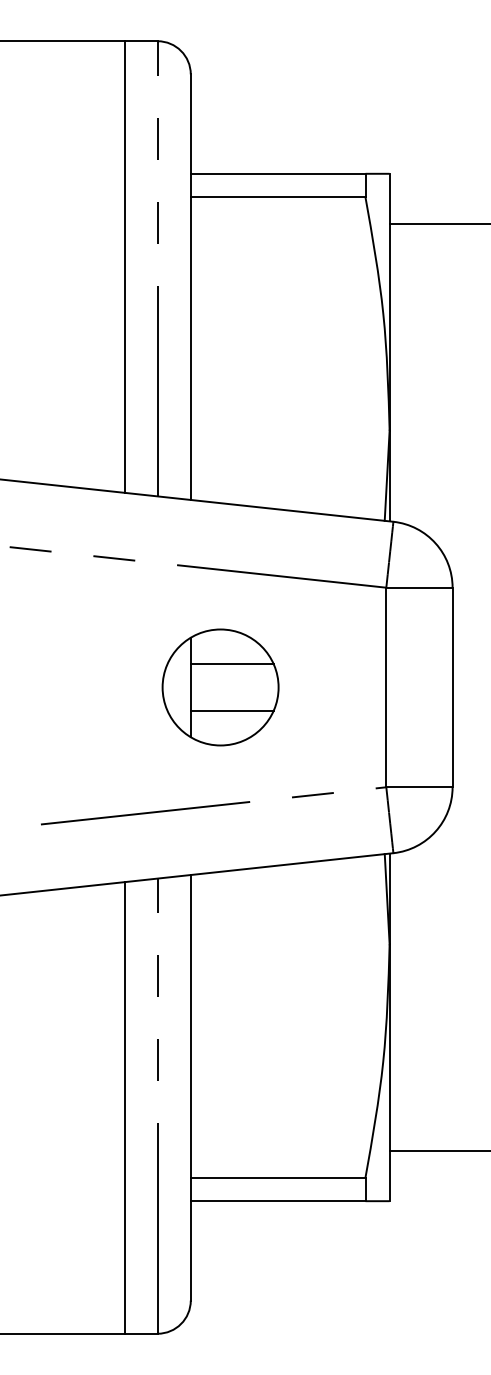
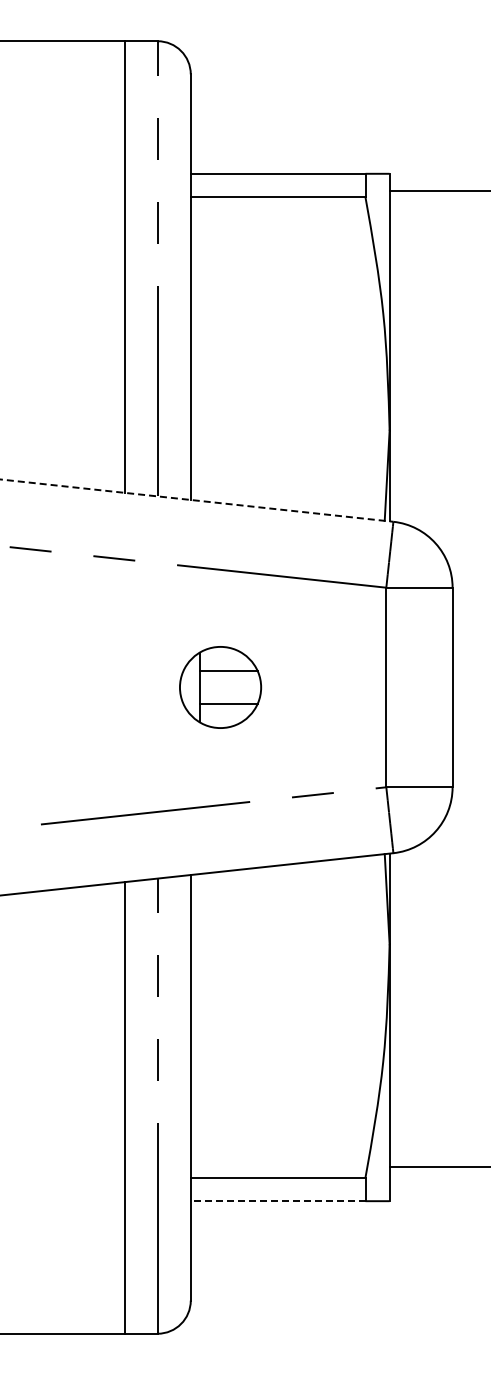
line at (438, 223) position: (438, 223) -> (438, 190)
line at (197, 500): solid -> dashed
part at (220, 687) size: 119x119 px -> 84x83 px
line at (438, 1151) position: (438, 1151) -> (438, 1167)
line at (277, 1201): solid -> dashed
